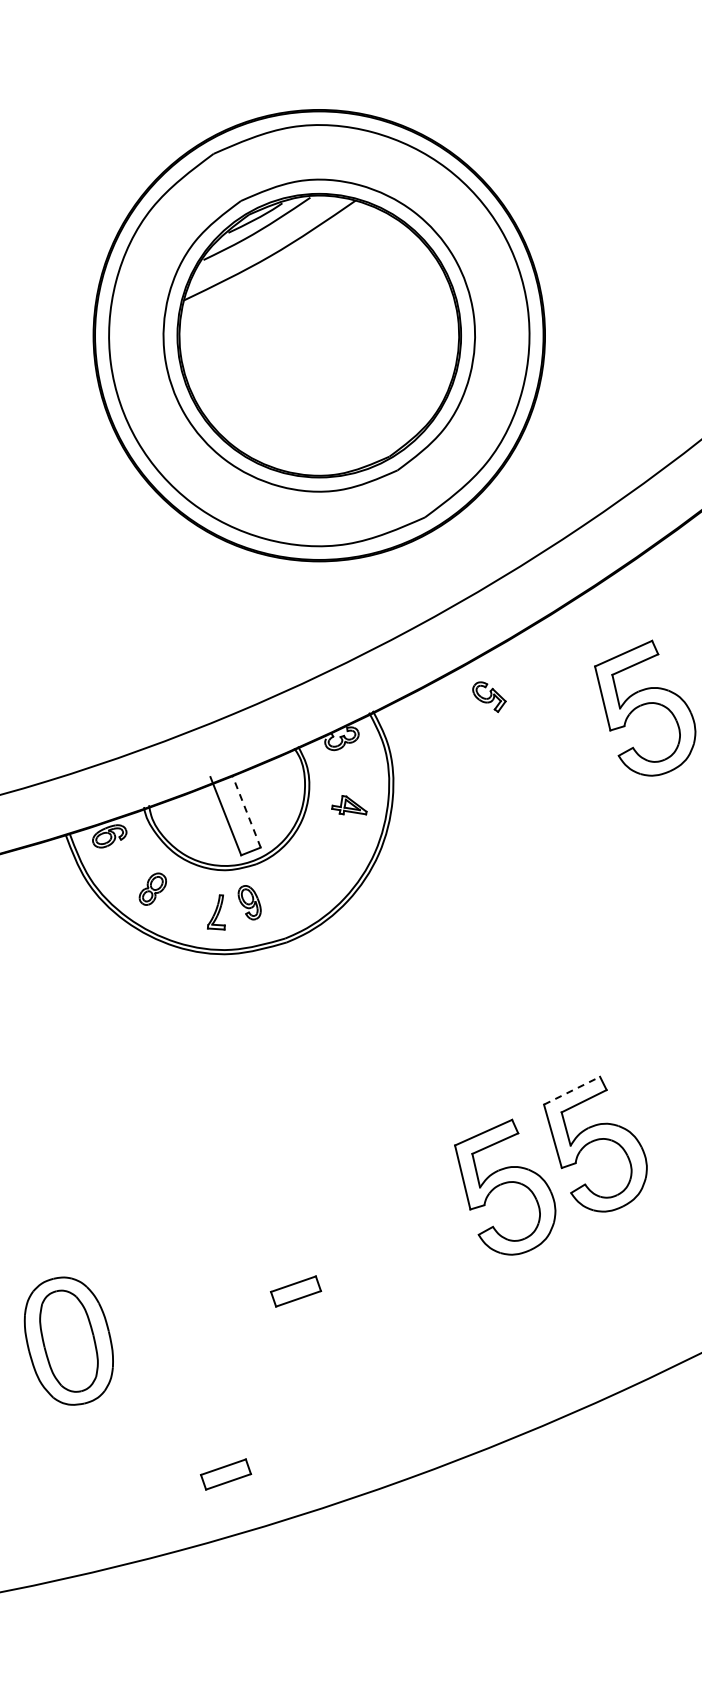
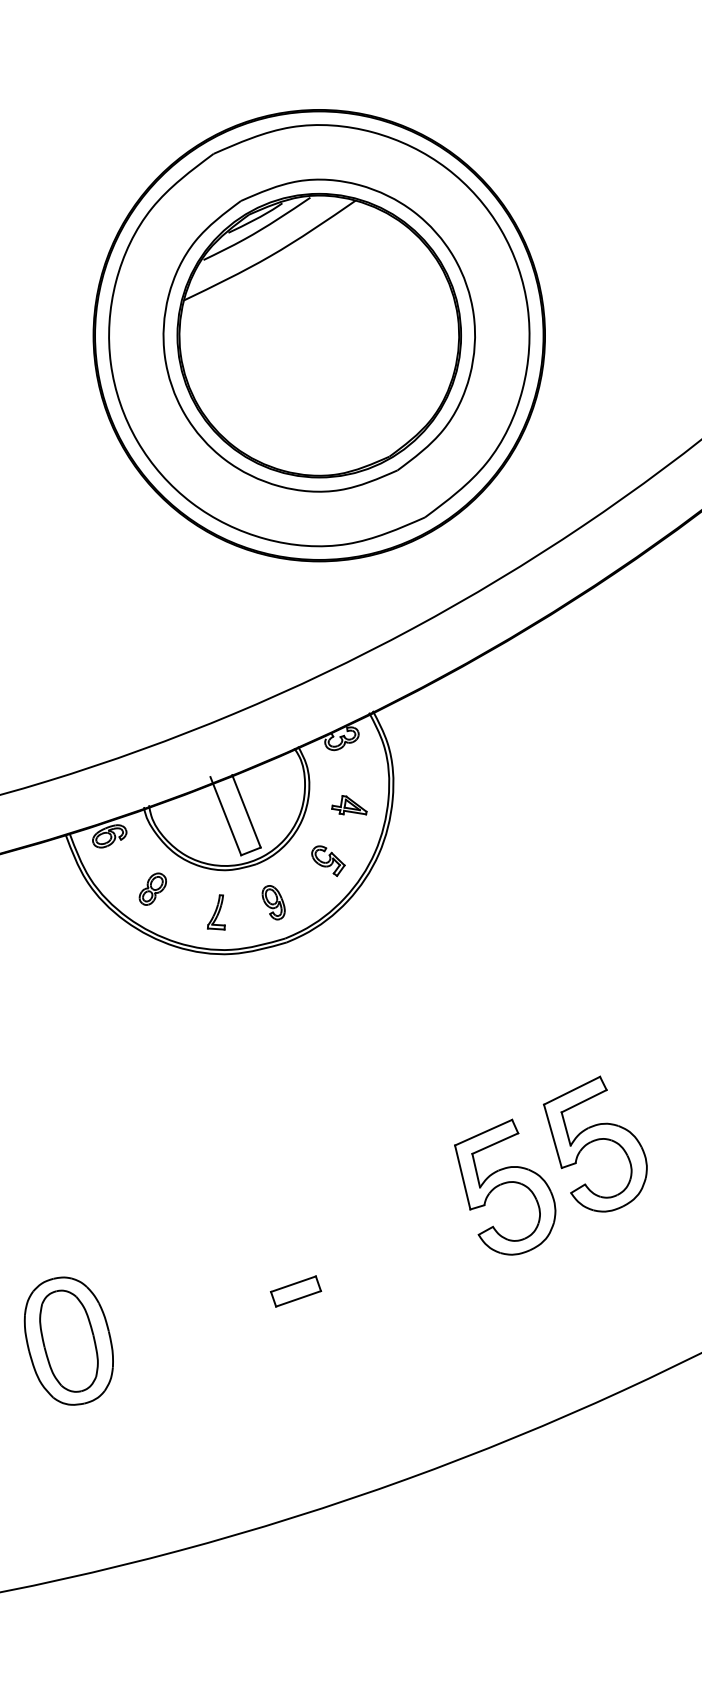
part at (489, 696) position: (489, 696) -> (328, 860)
part at (645, 707): present -> none
line at (246, 811): dashed -> solid
part at (249, 902) position: (249, 902) -> (273, 902)
line at (572, 1090): dashed -> solid
part at (226, 1474): present -> none
